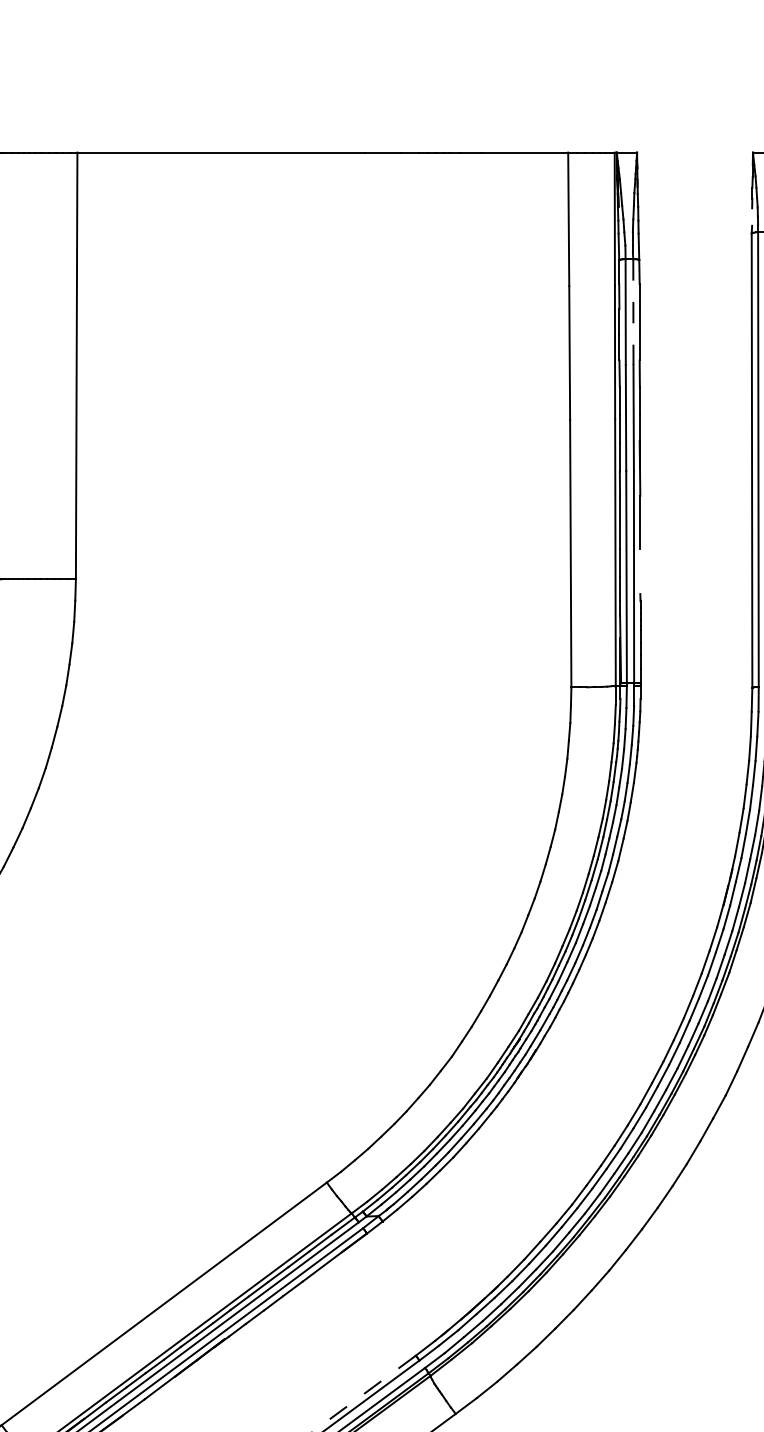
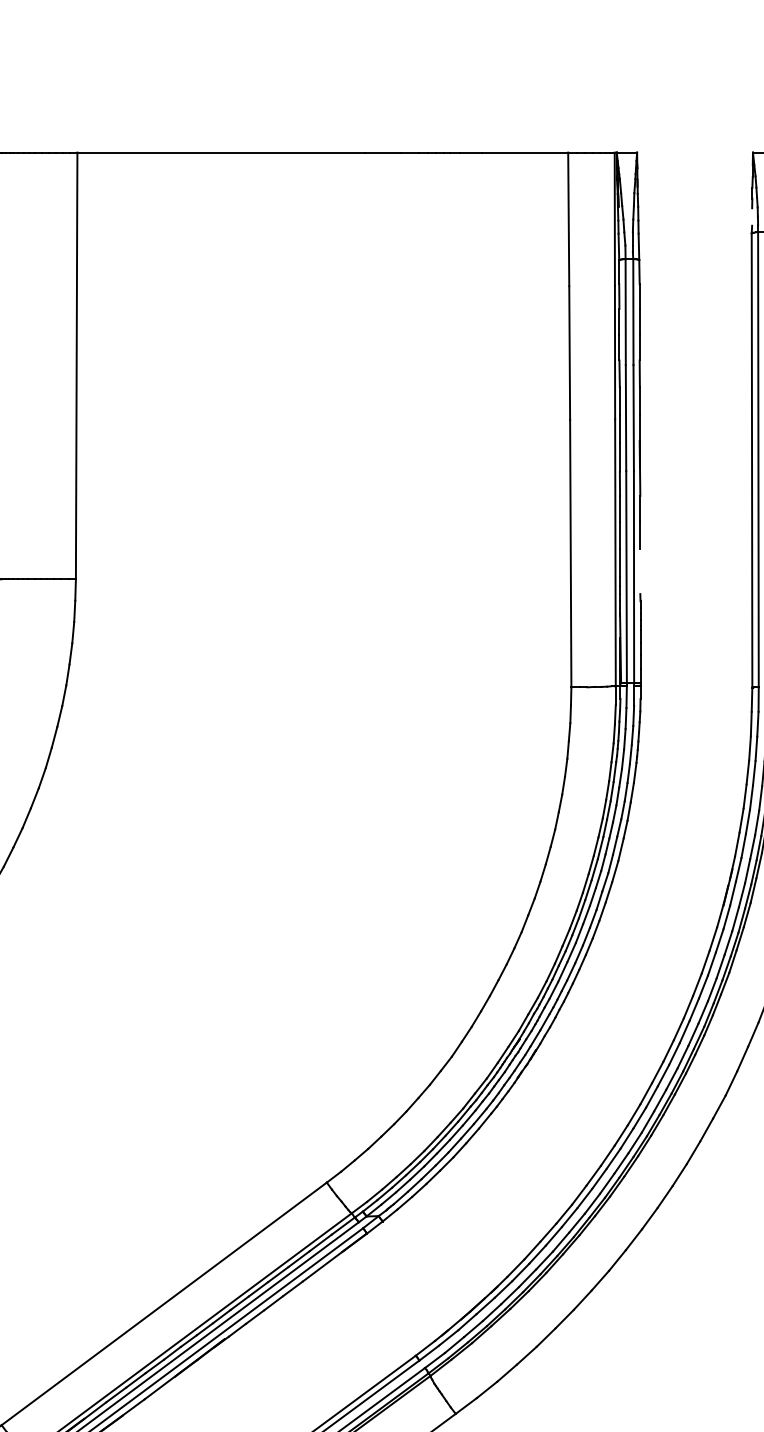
line at (633, 312): dashed -> solid
line at (364, 1393): dashed -> solid
